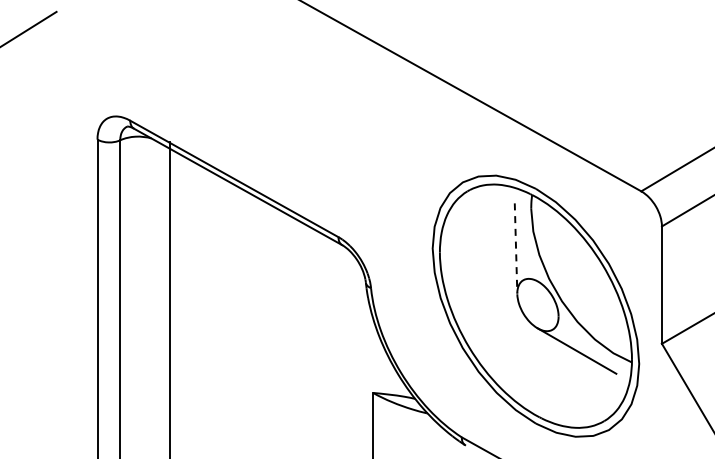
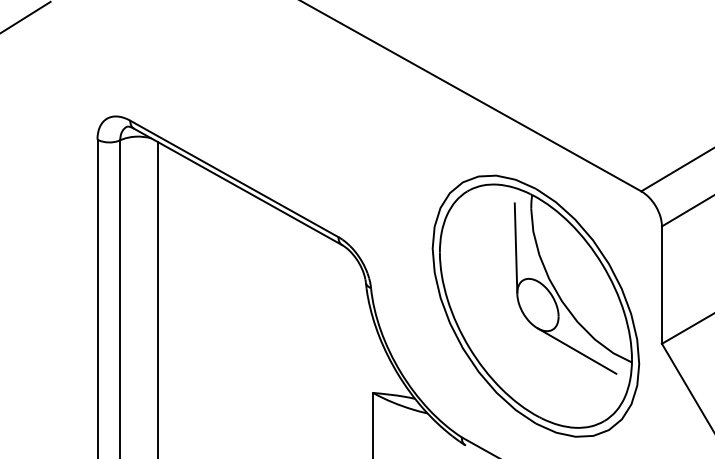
line at (29, 28) position: (29, 28) -> (25, 16)
line at (516, 248): dashed -> solid
line at (170, 298) position: (170, 298) -> (158, 298)
